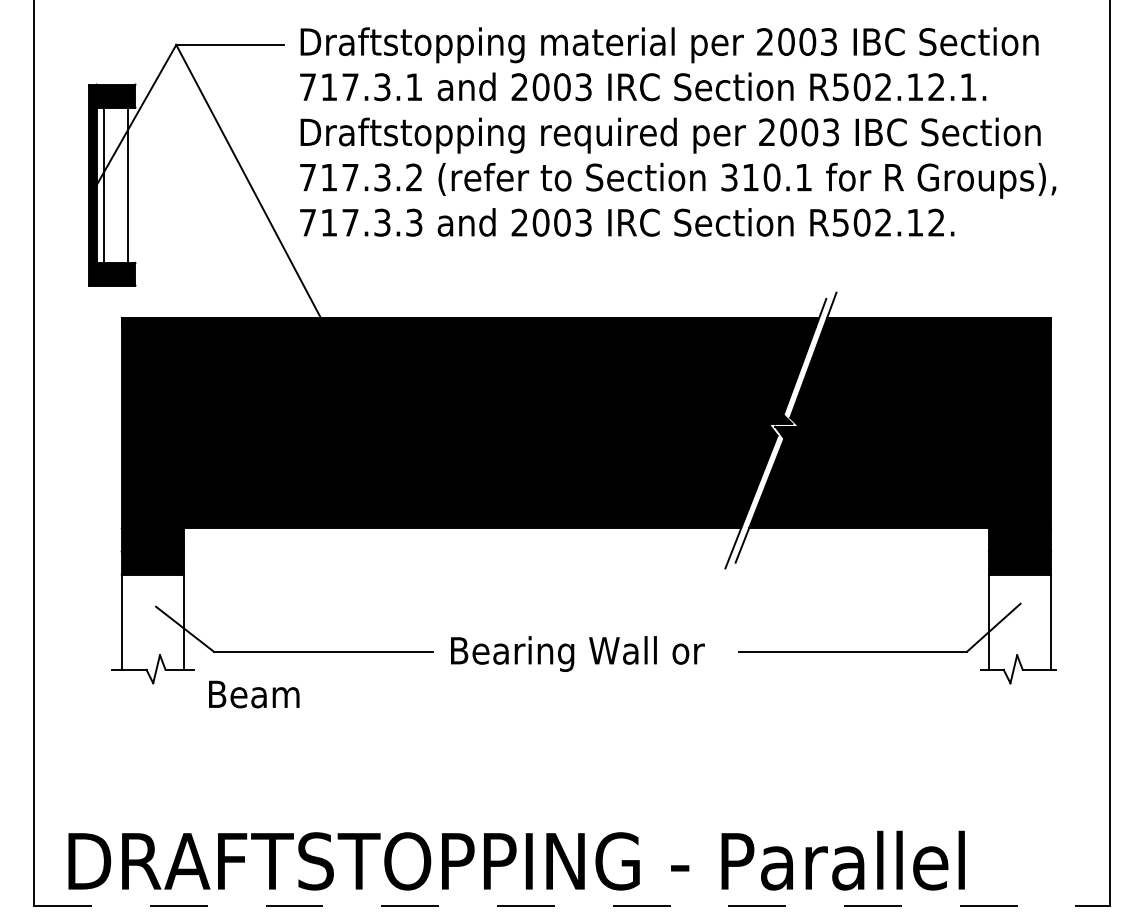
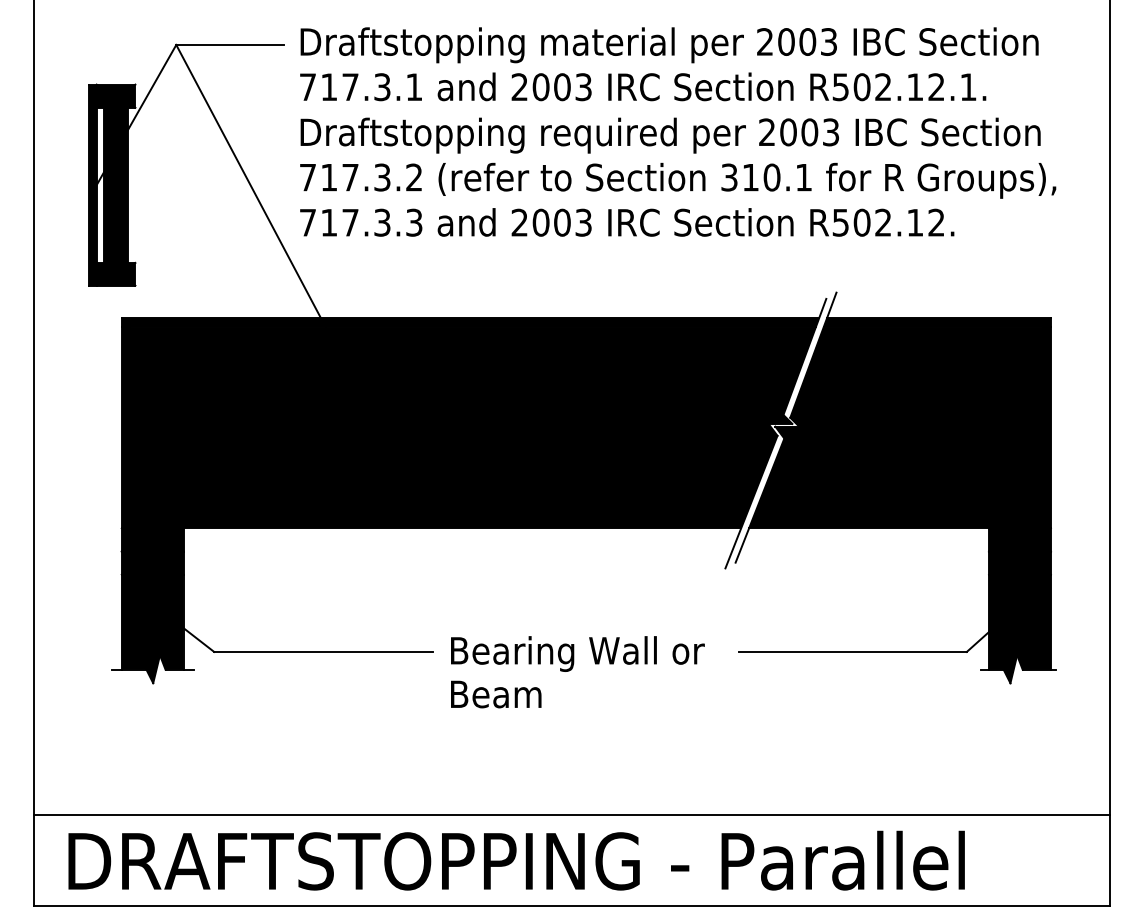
fill at (115, 184): none -> present
fill at (152, 628): none -> present
fill at (1019, 628): none -> present
text at (254, 694) position: (254, 694) -> (496, 694)
line at (571, 815): none -> present
line at (572, 905): dashed -> solid
